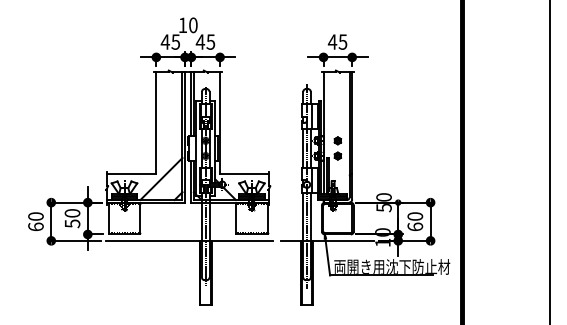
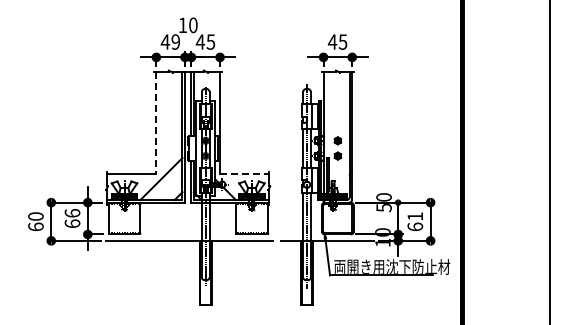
text at (175, 41): 45 -> 49
line at (156, 123): solid -> dashed
line at (244, 173): solid -> dashed
text at (415, 216): 60 -> 61
text at (72, 218): 50 -> 66
